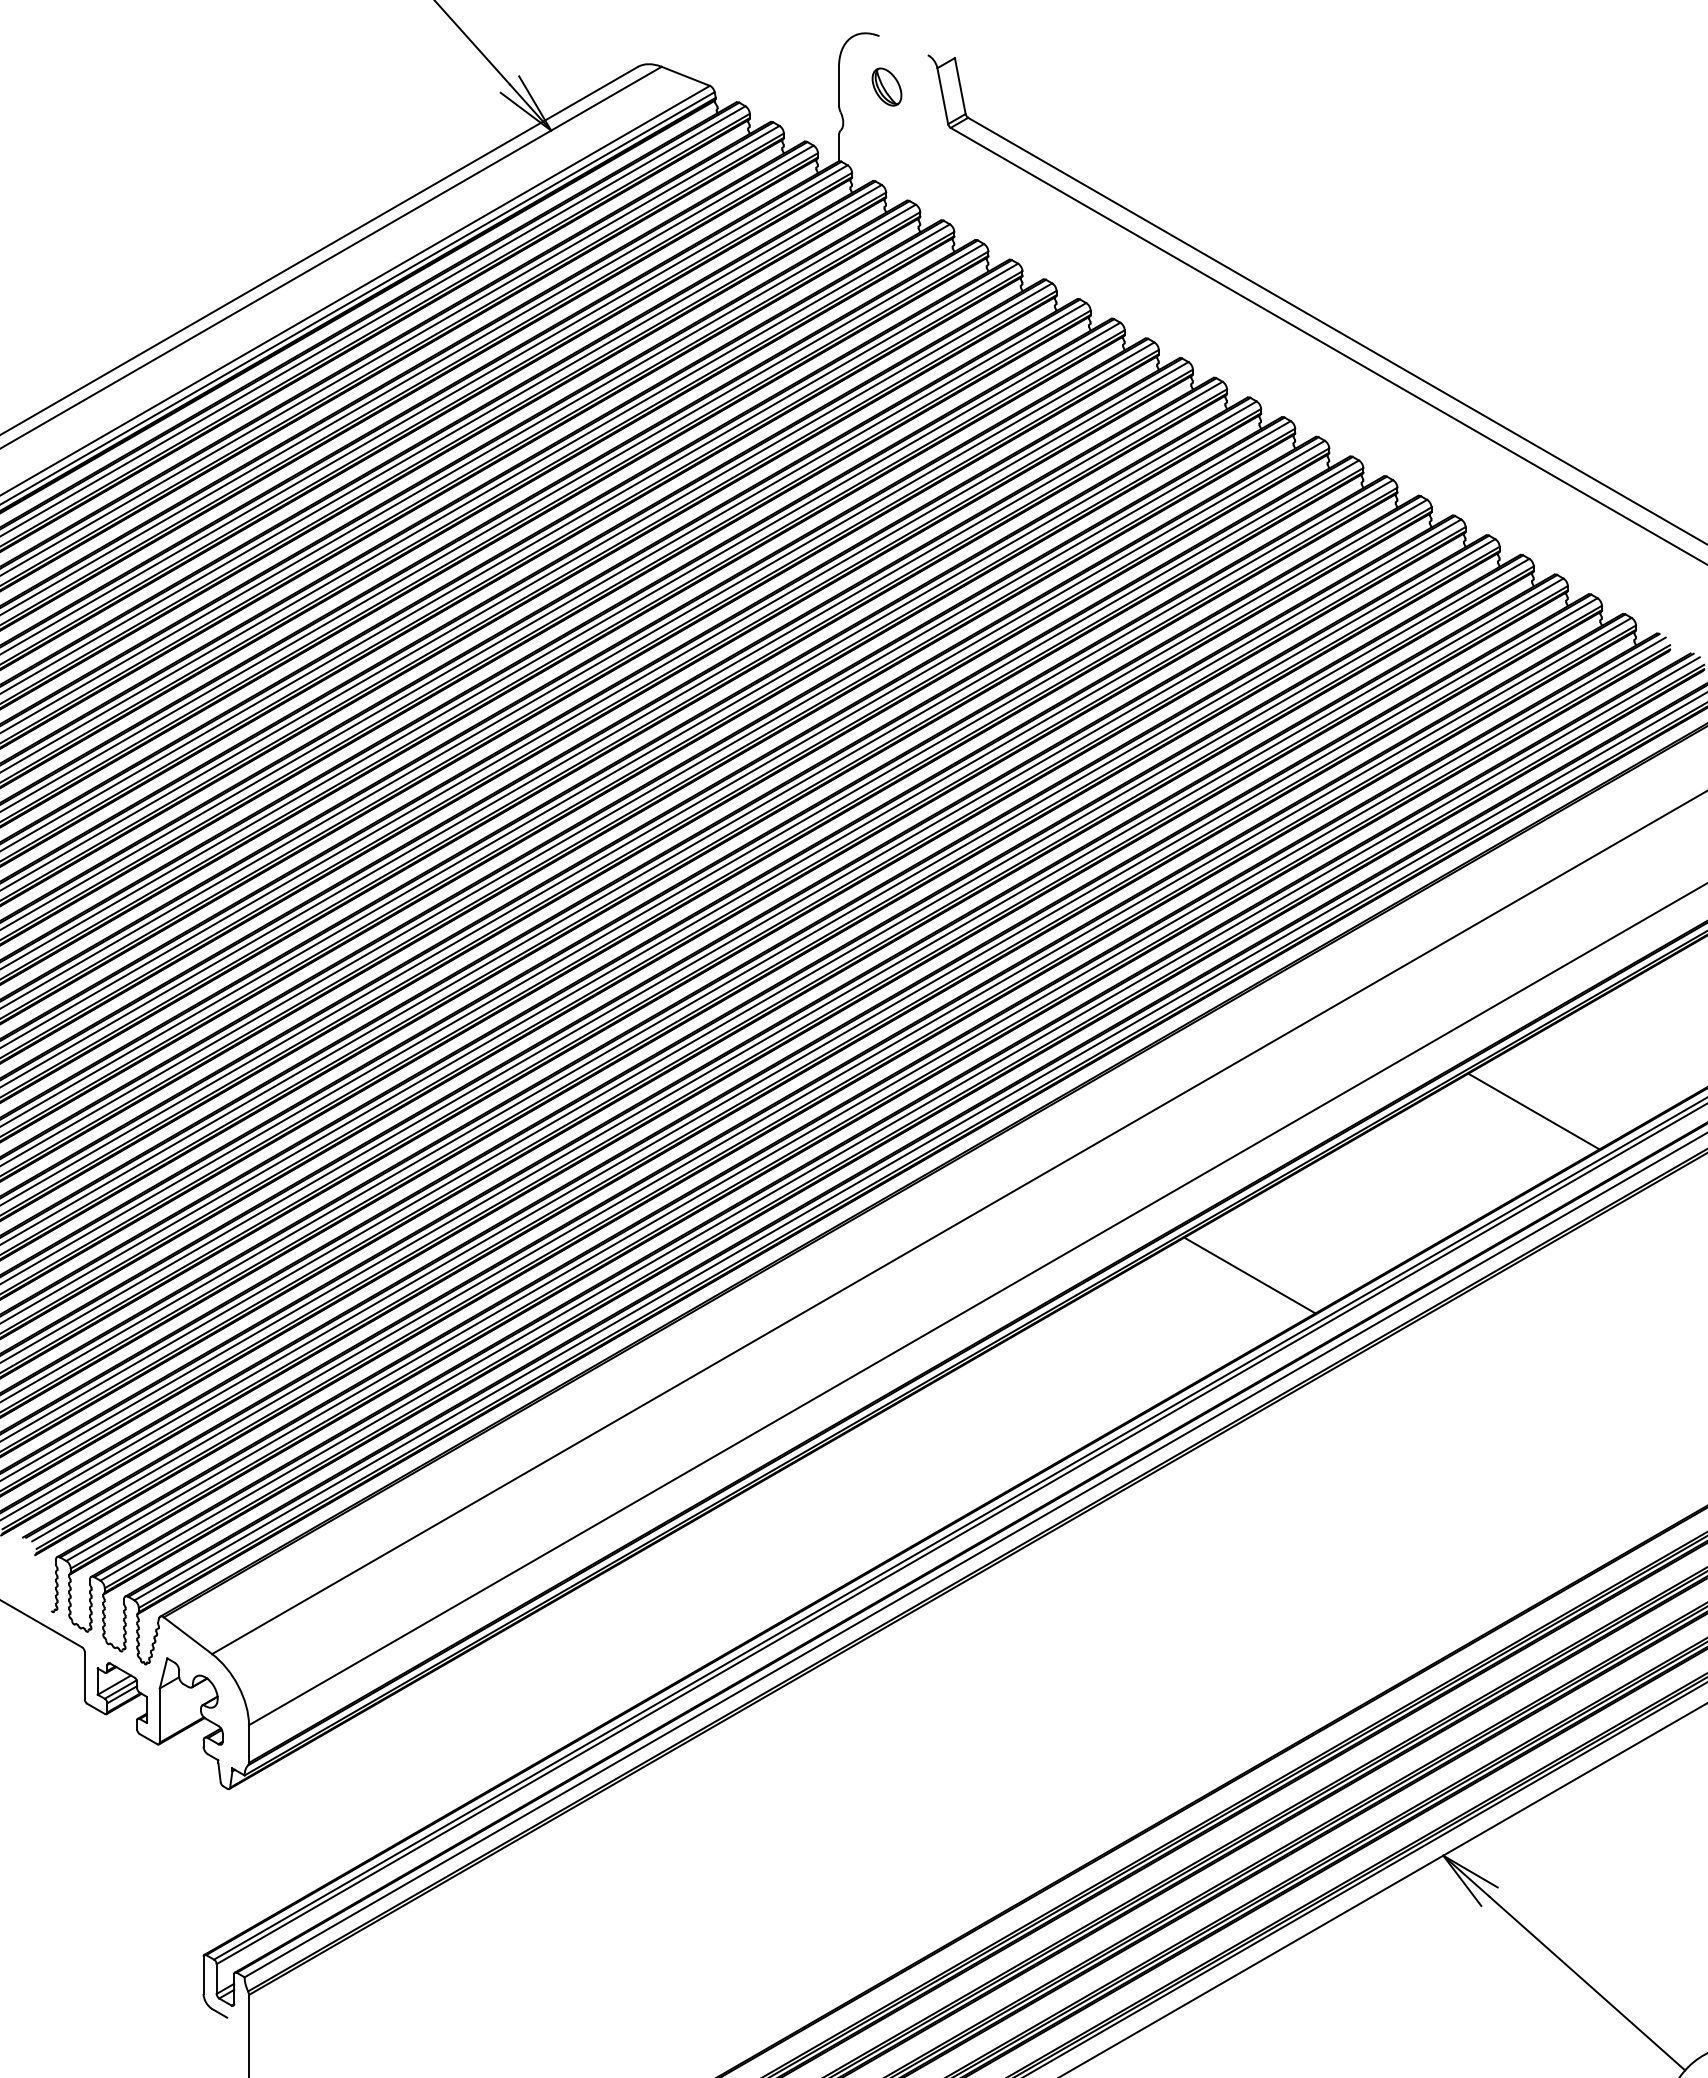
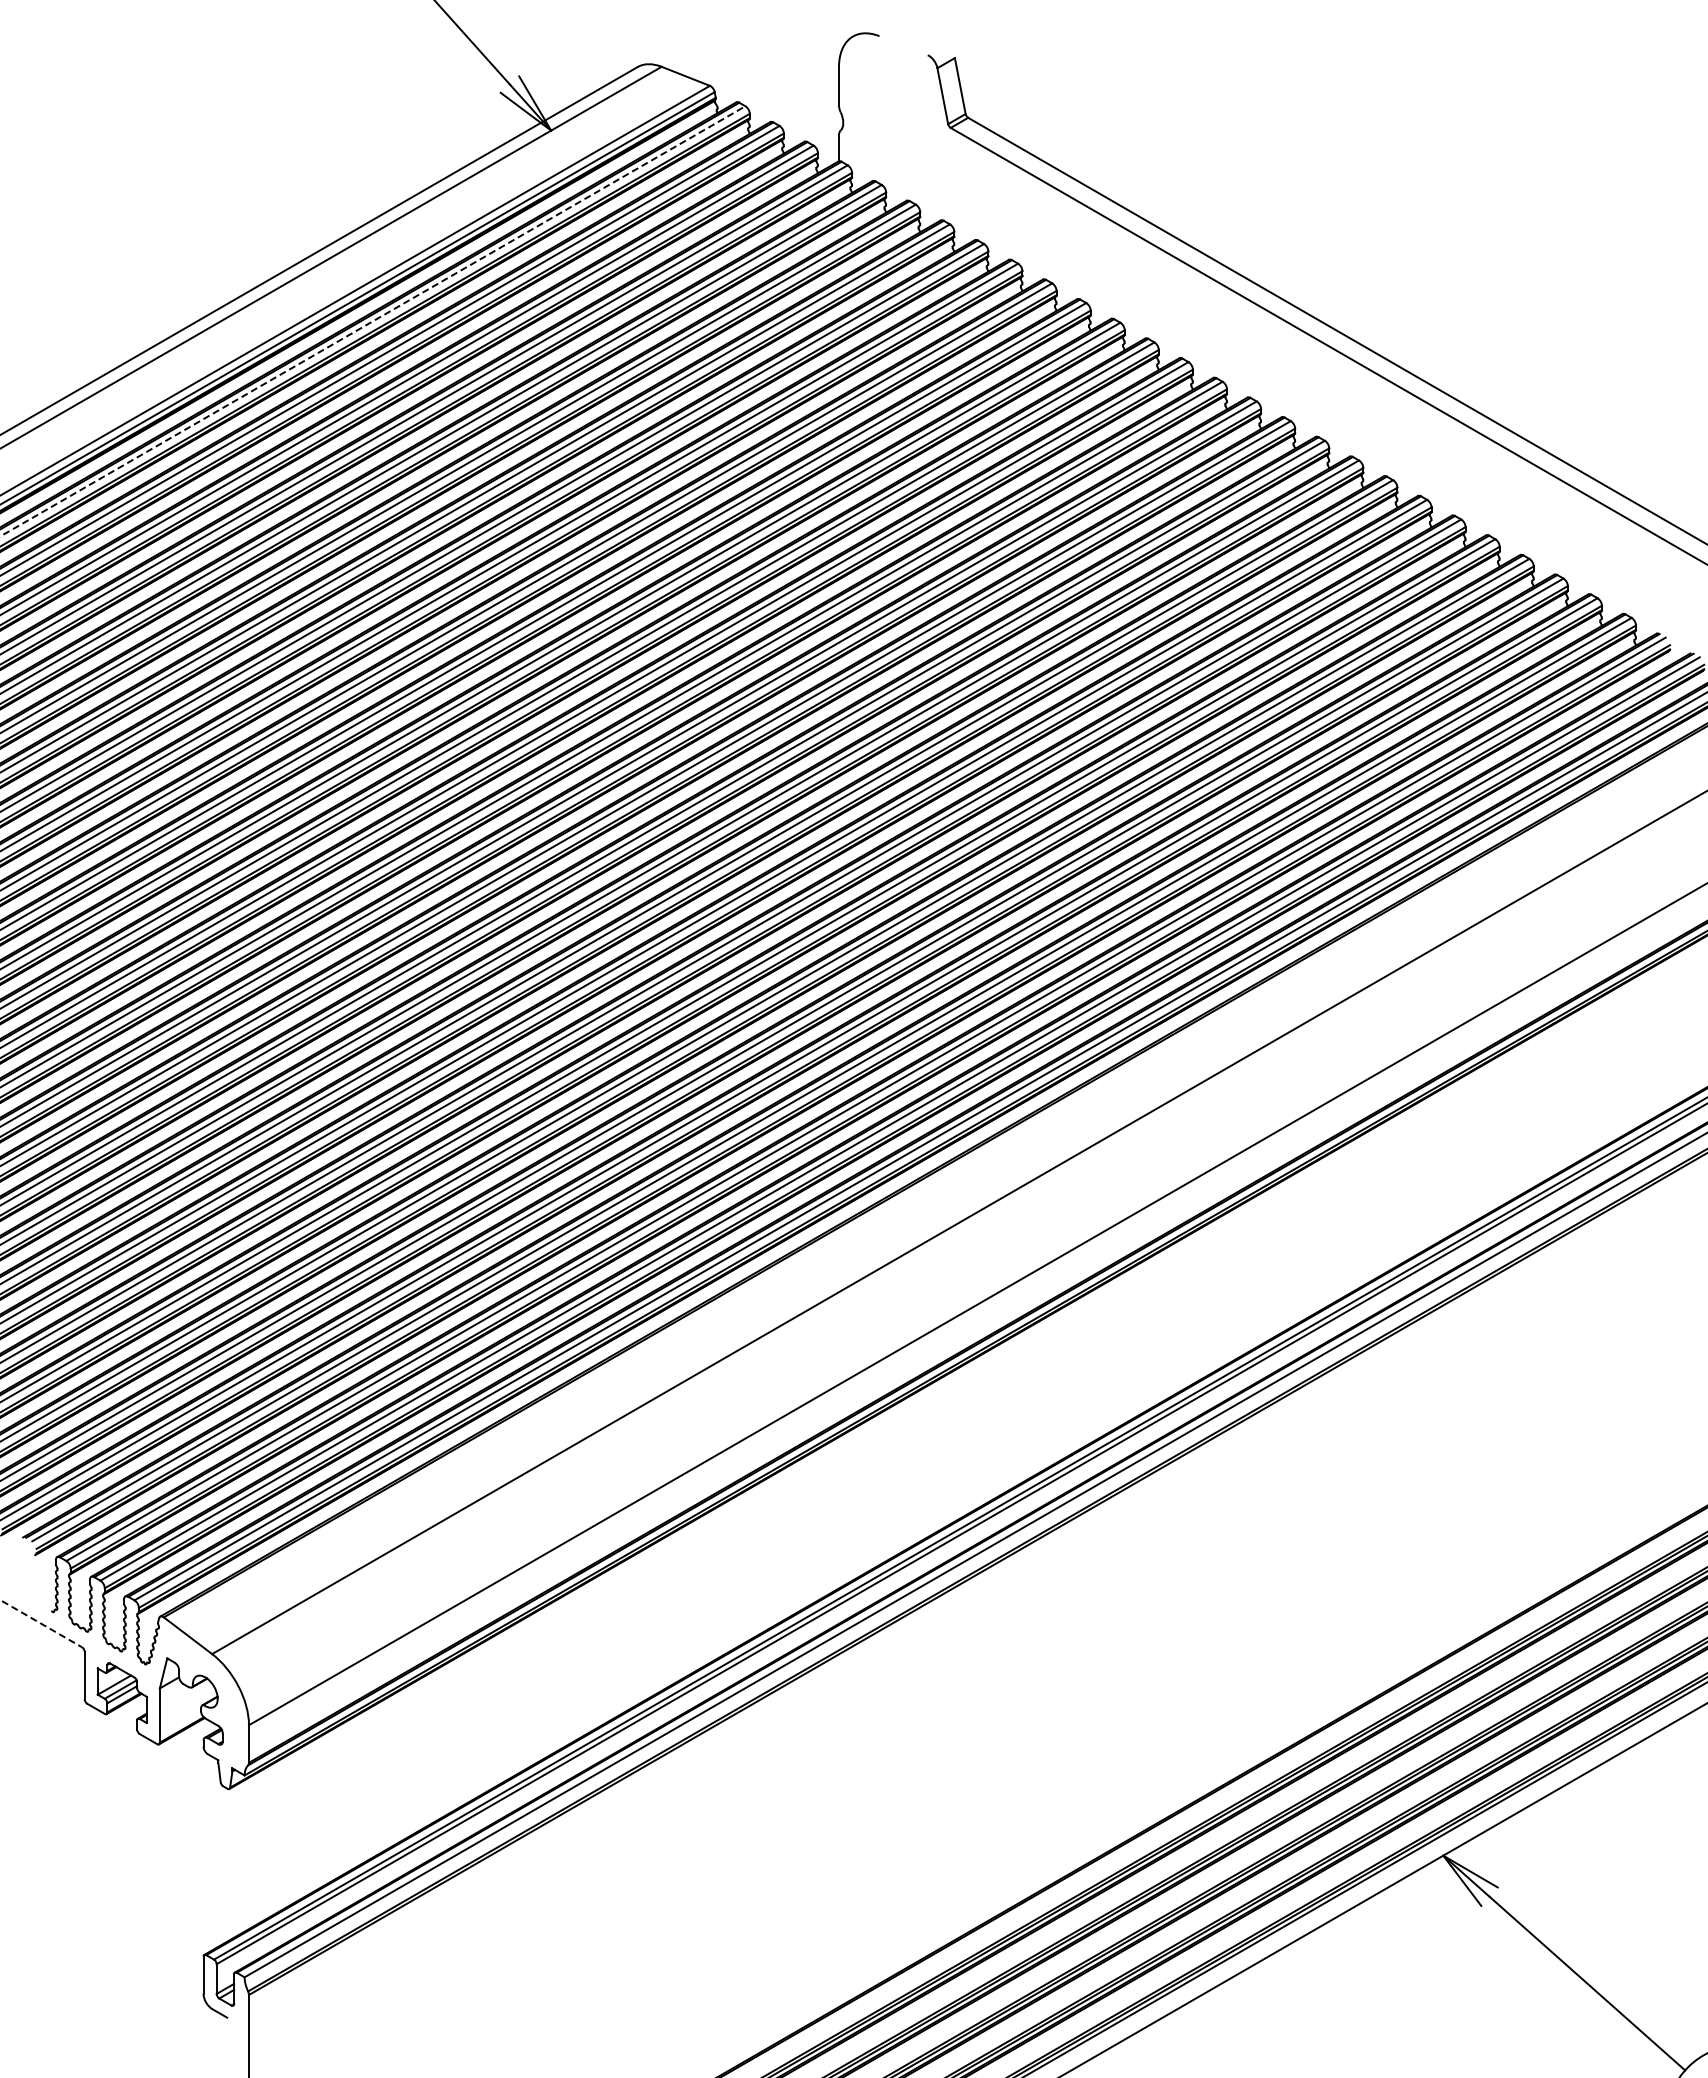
part at (886, 86): present -> none
line at (373, 321): solid -> dashed
line at (1533, 1111): present -> none
line at (1249, 1275): present -> none
line at (41, 1623): solid -> dashed
